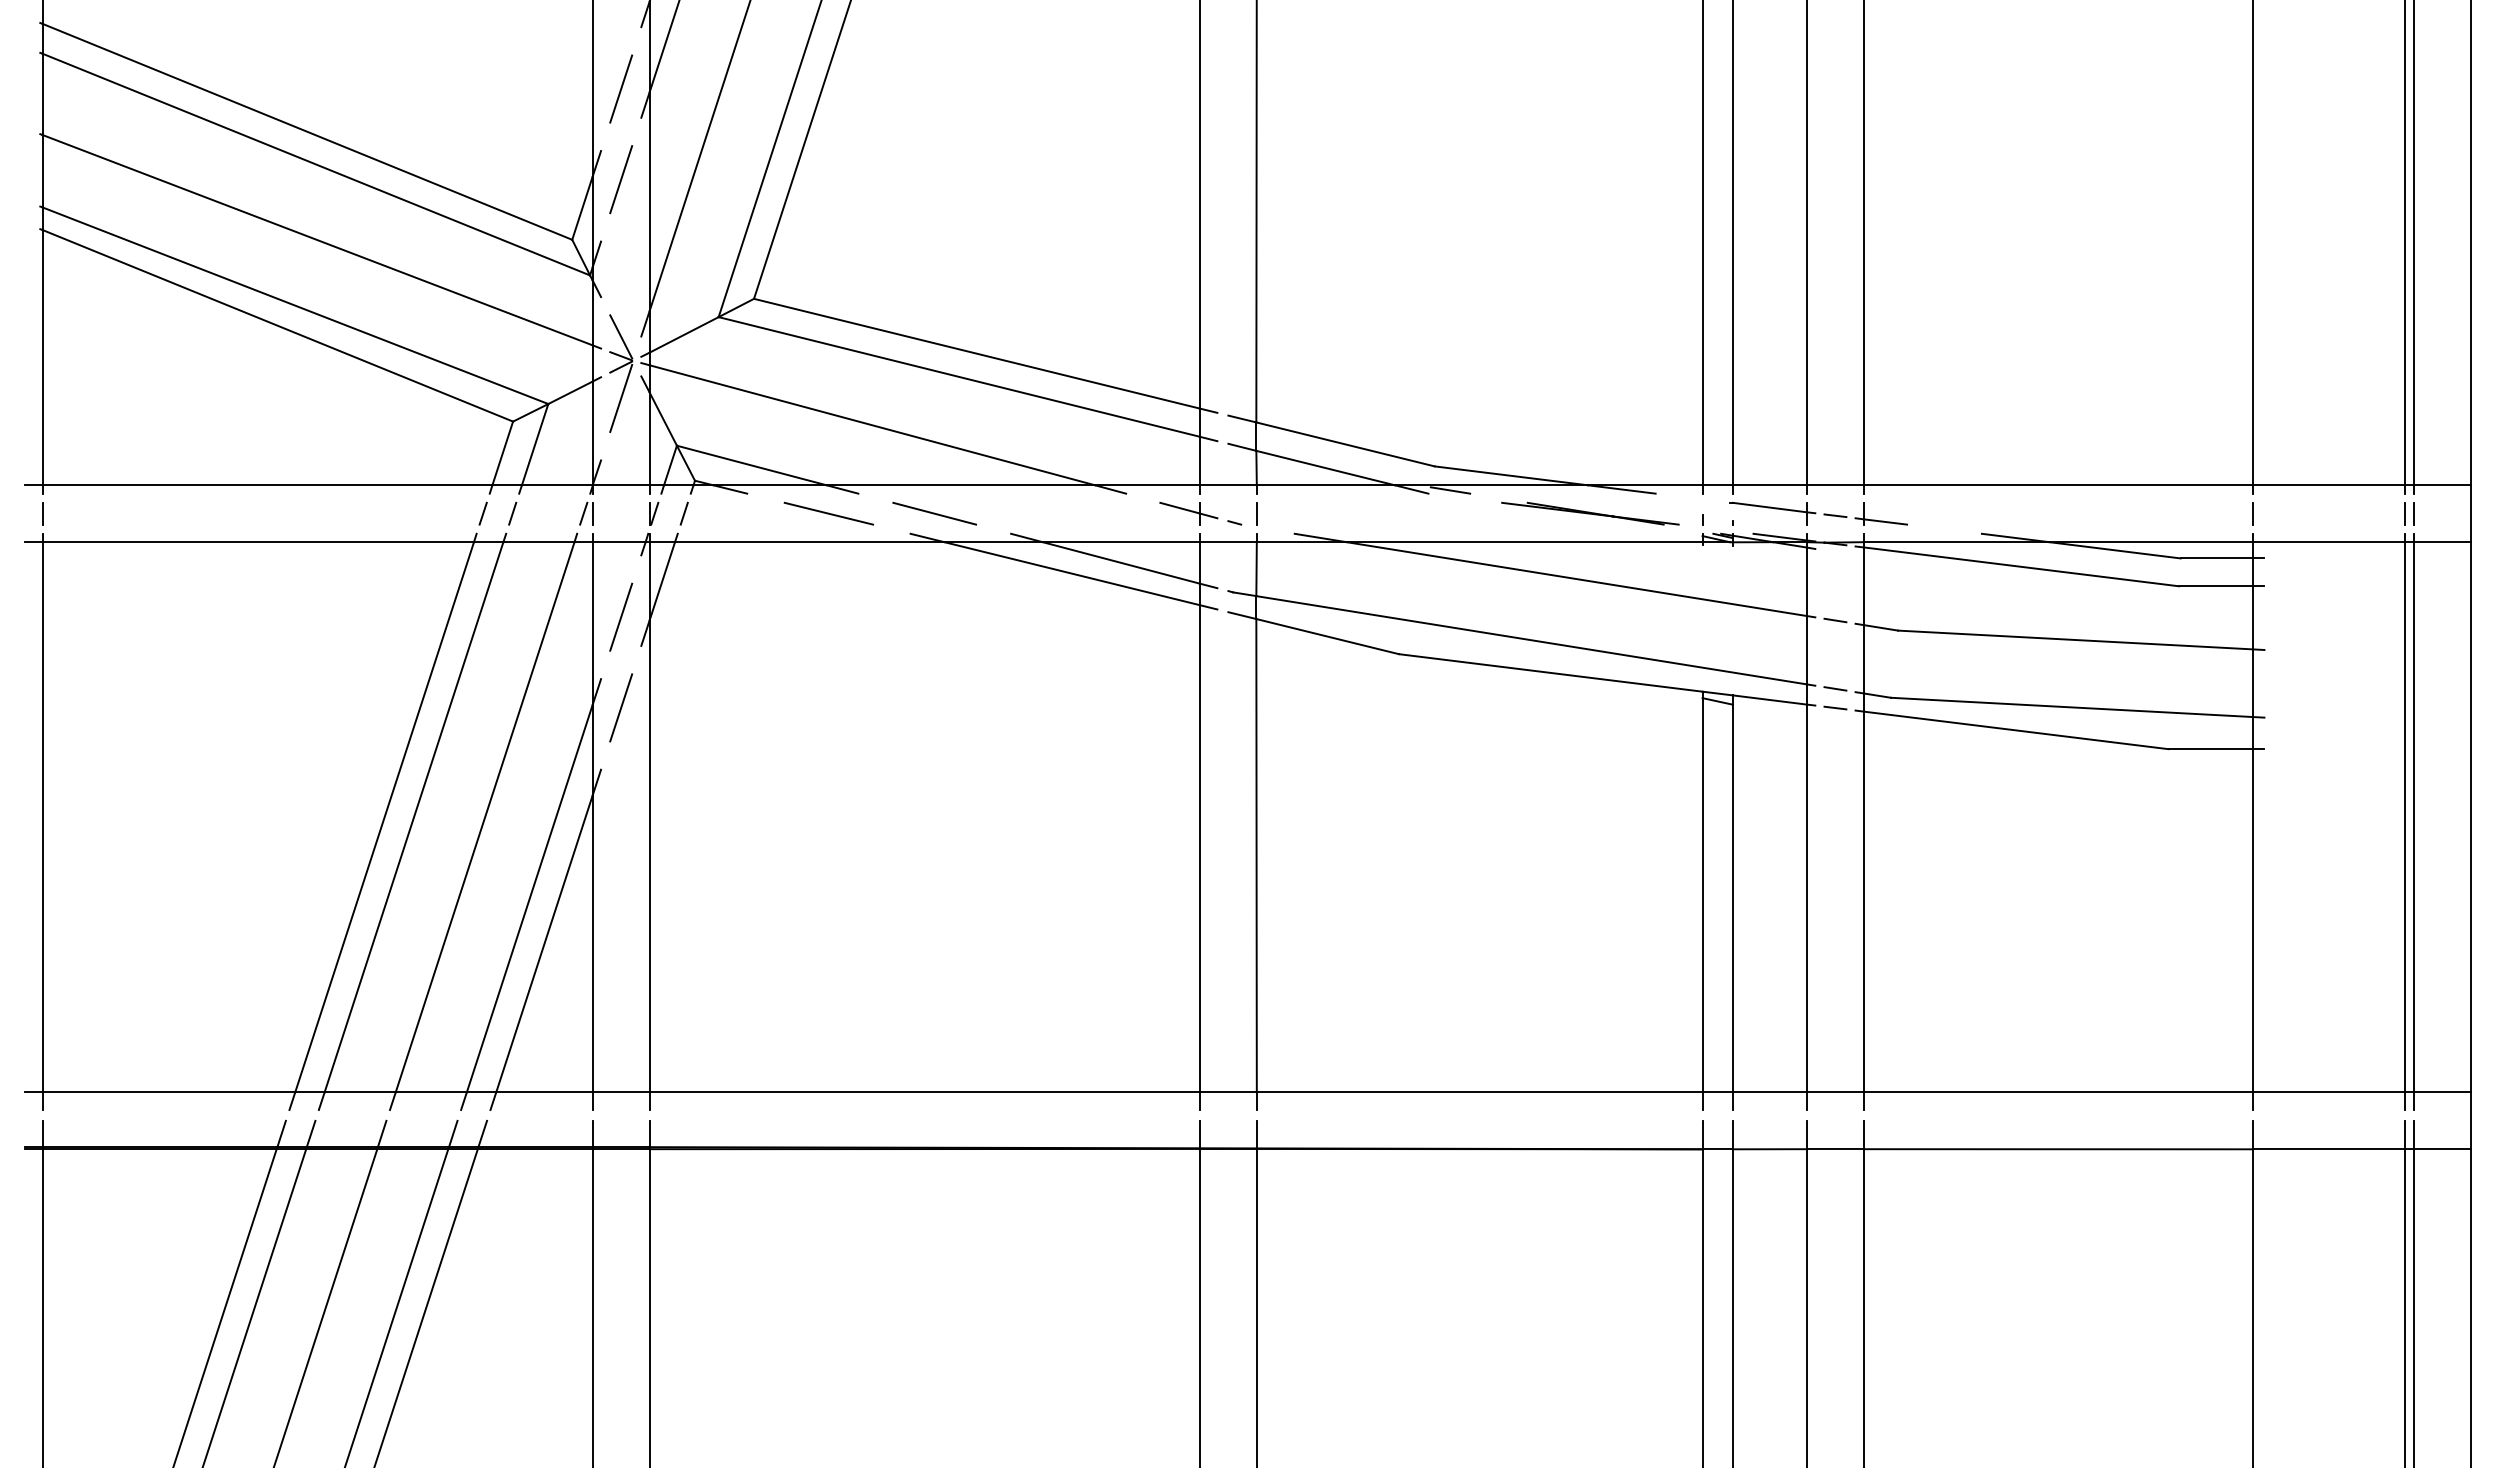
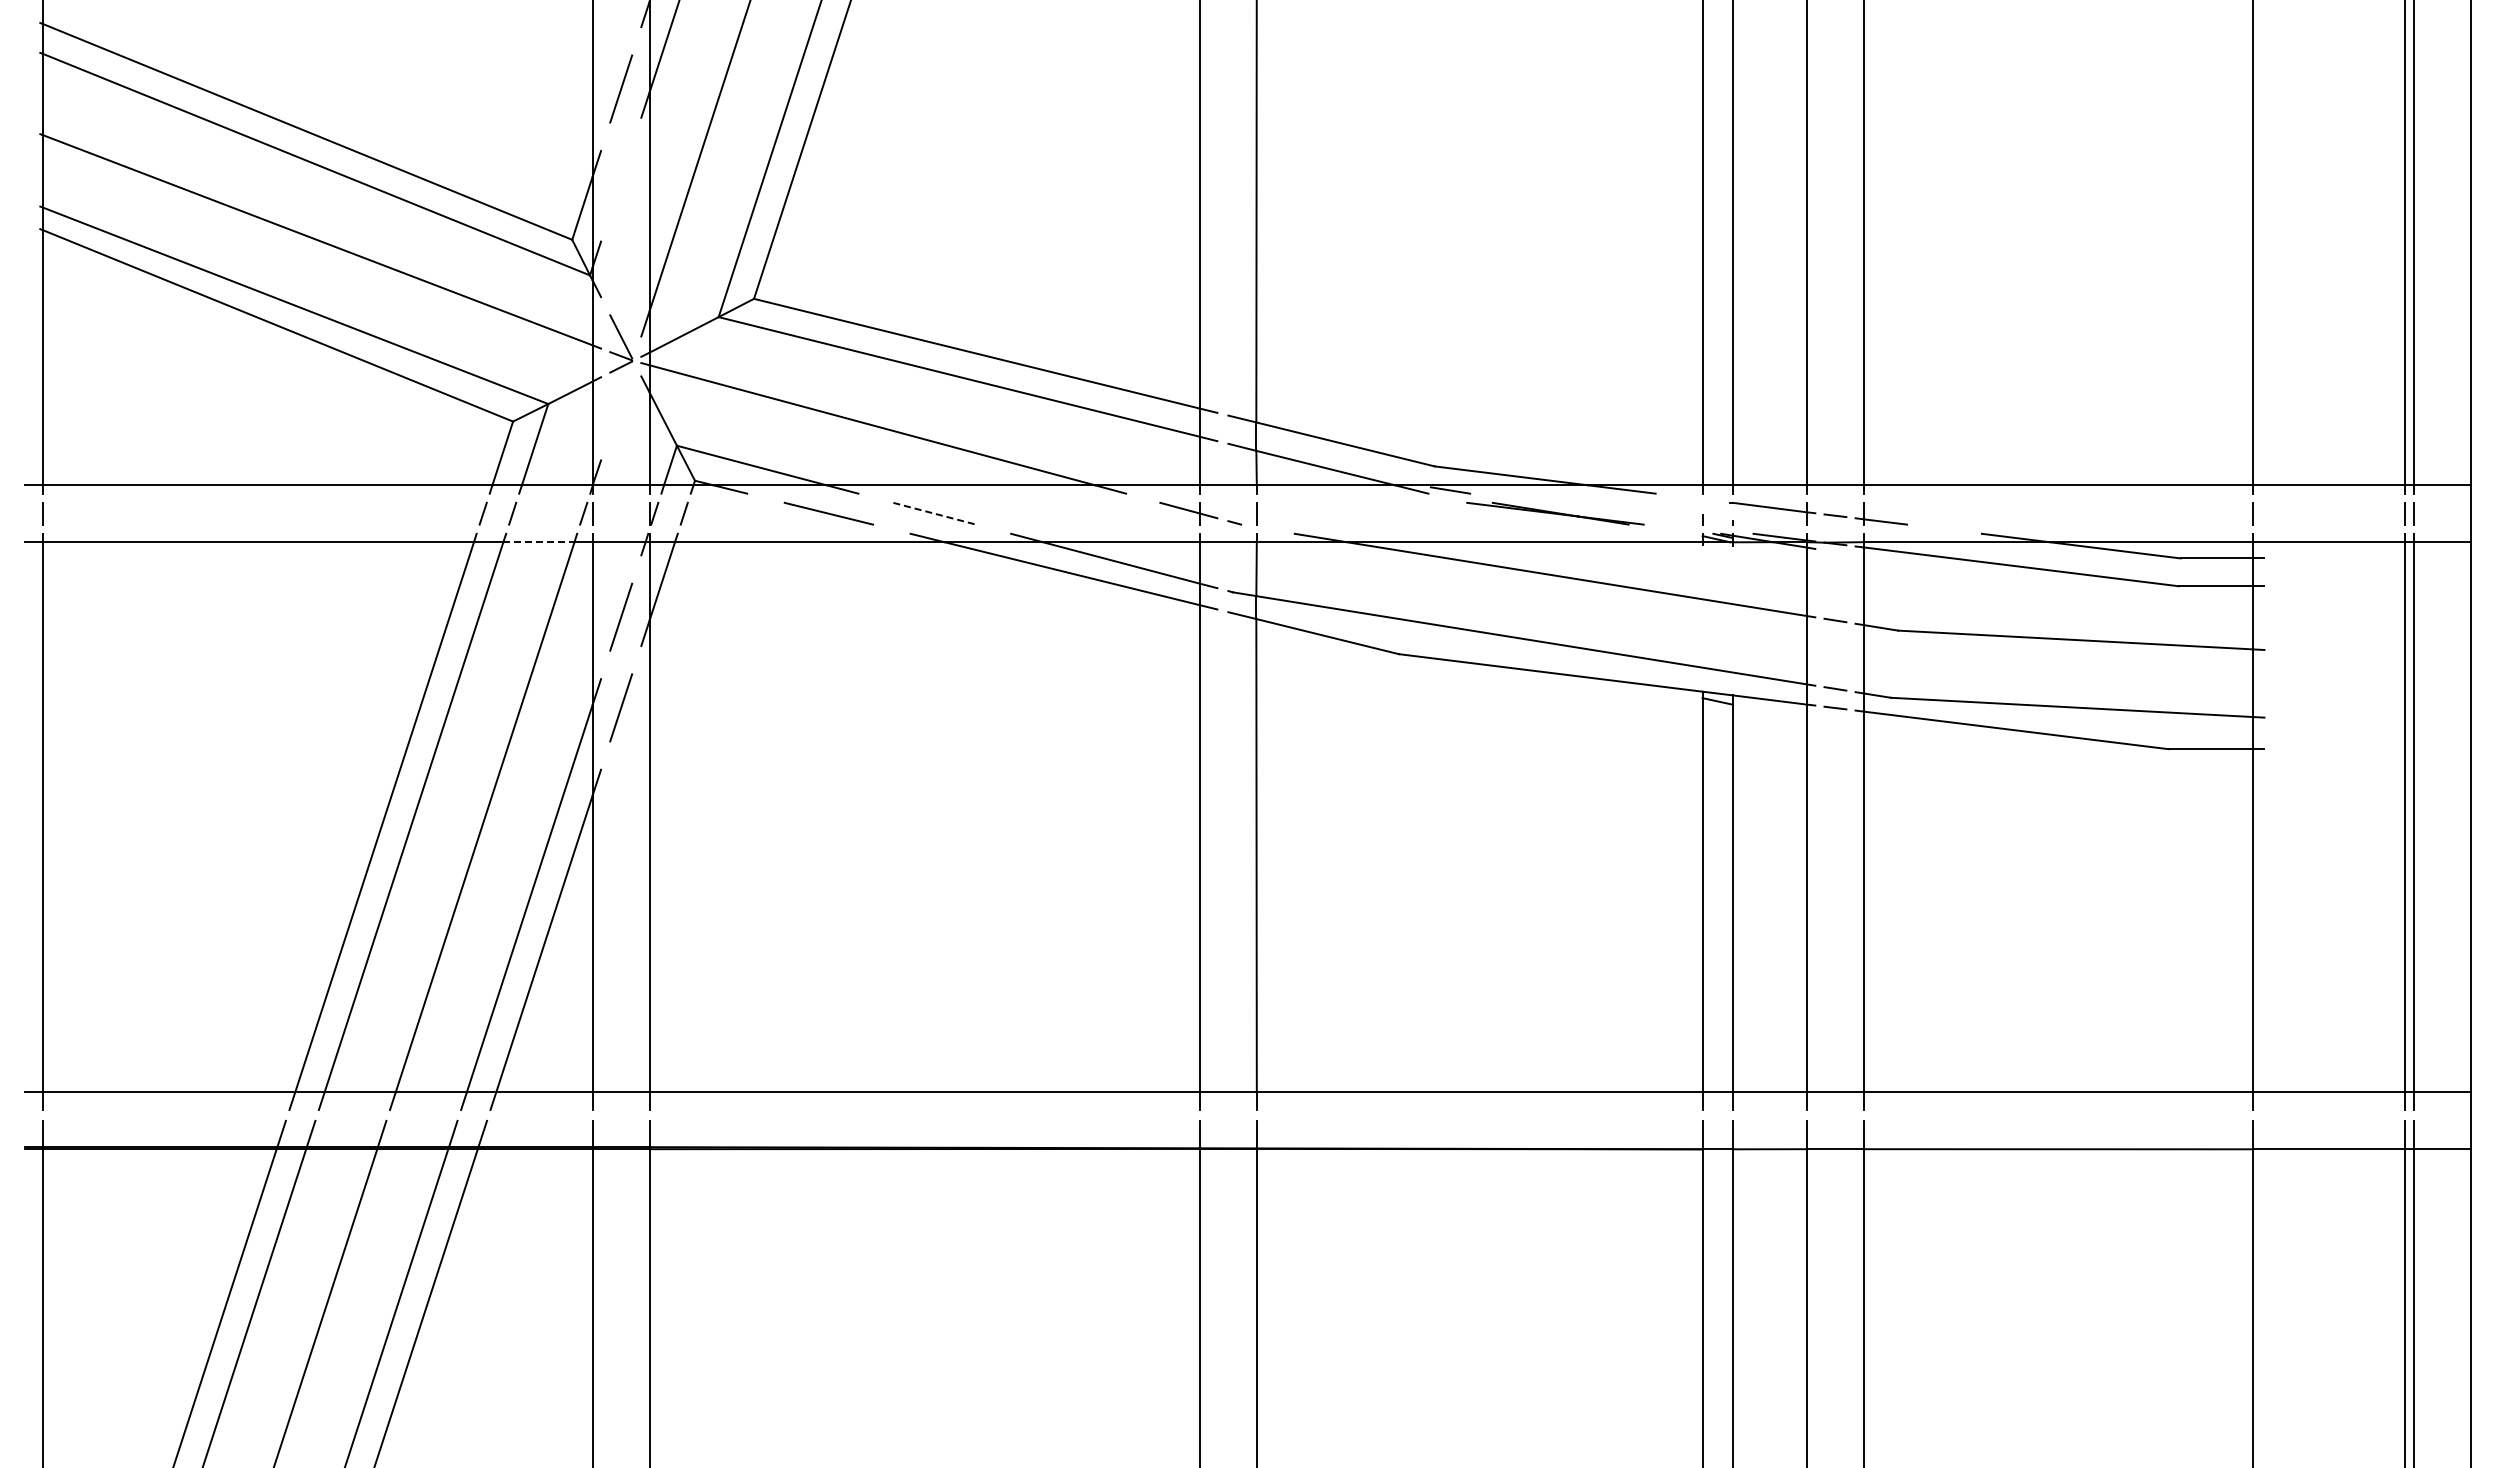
line at (621, 179): present -> none
line at (621, 397): present -> none
line at (934, 513): solid -> dashed
part at (1590, 513) position: (1590, 513) -> (1555, 513)
line at (538, 542): solid -> dashed
